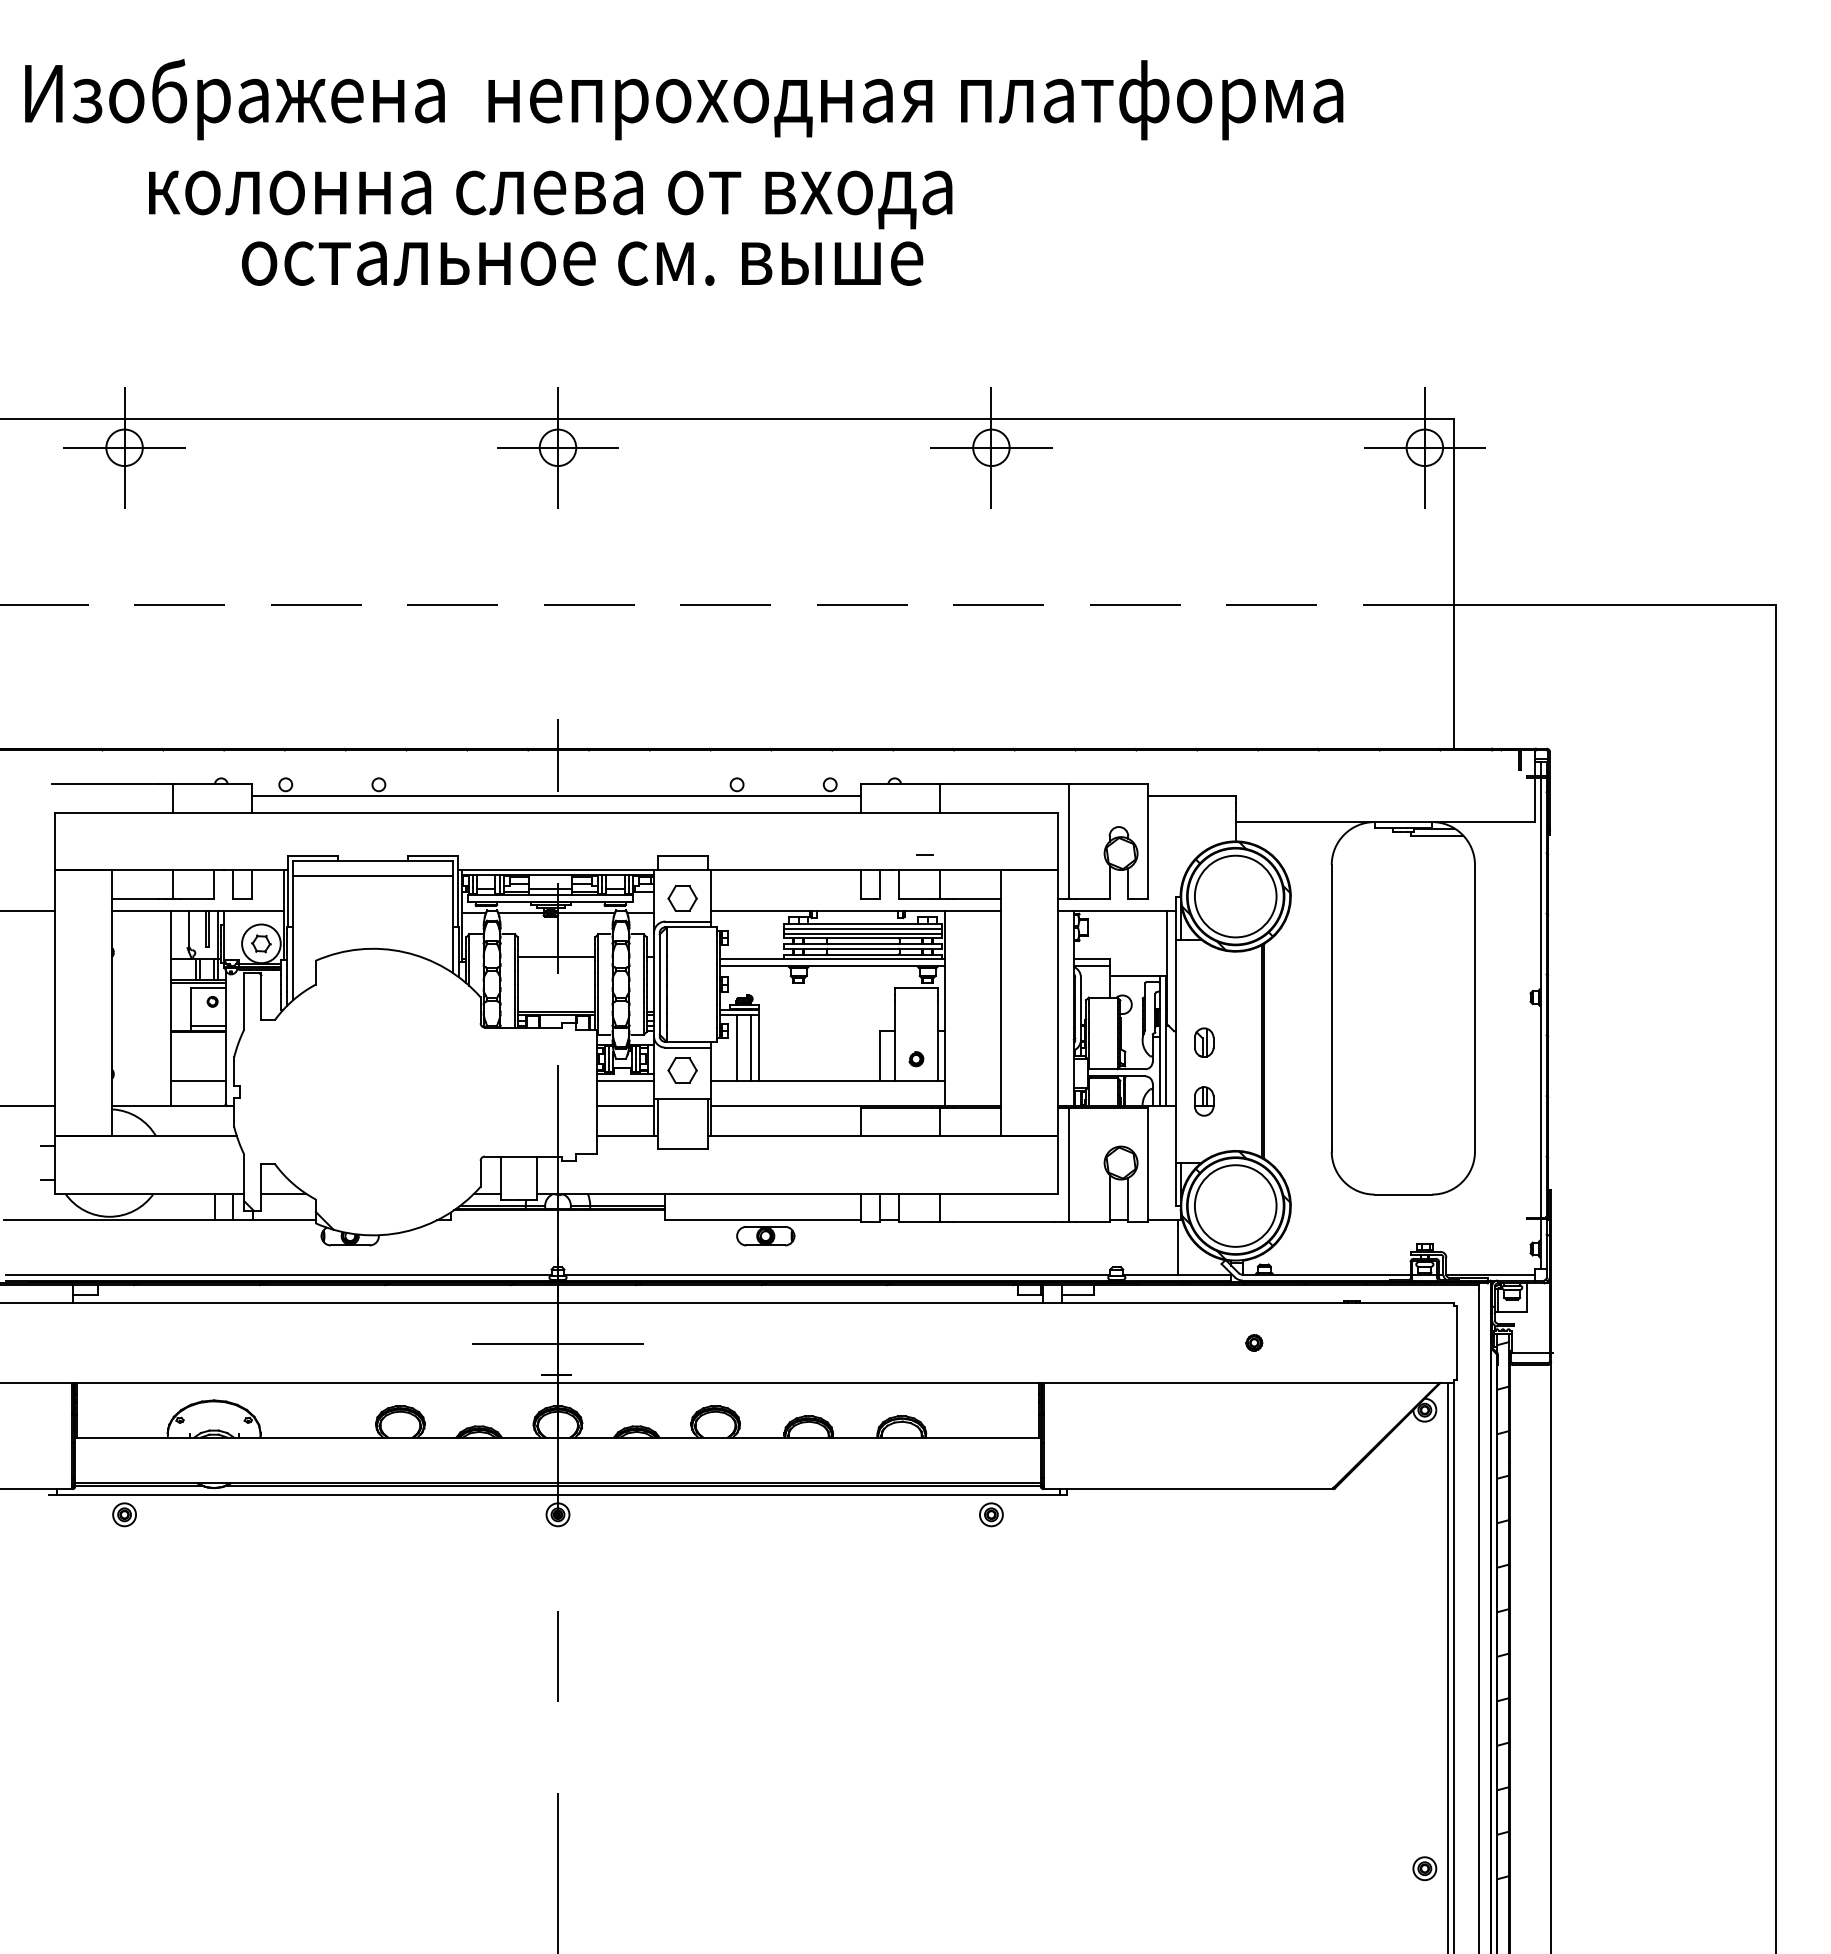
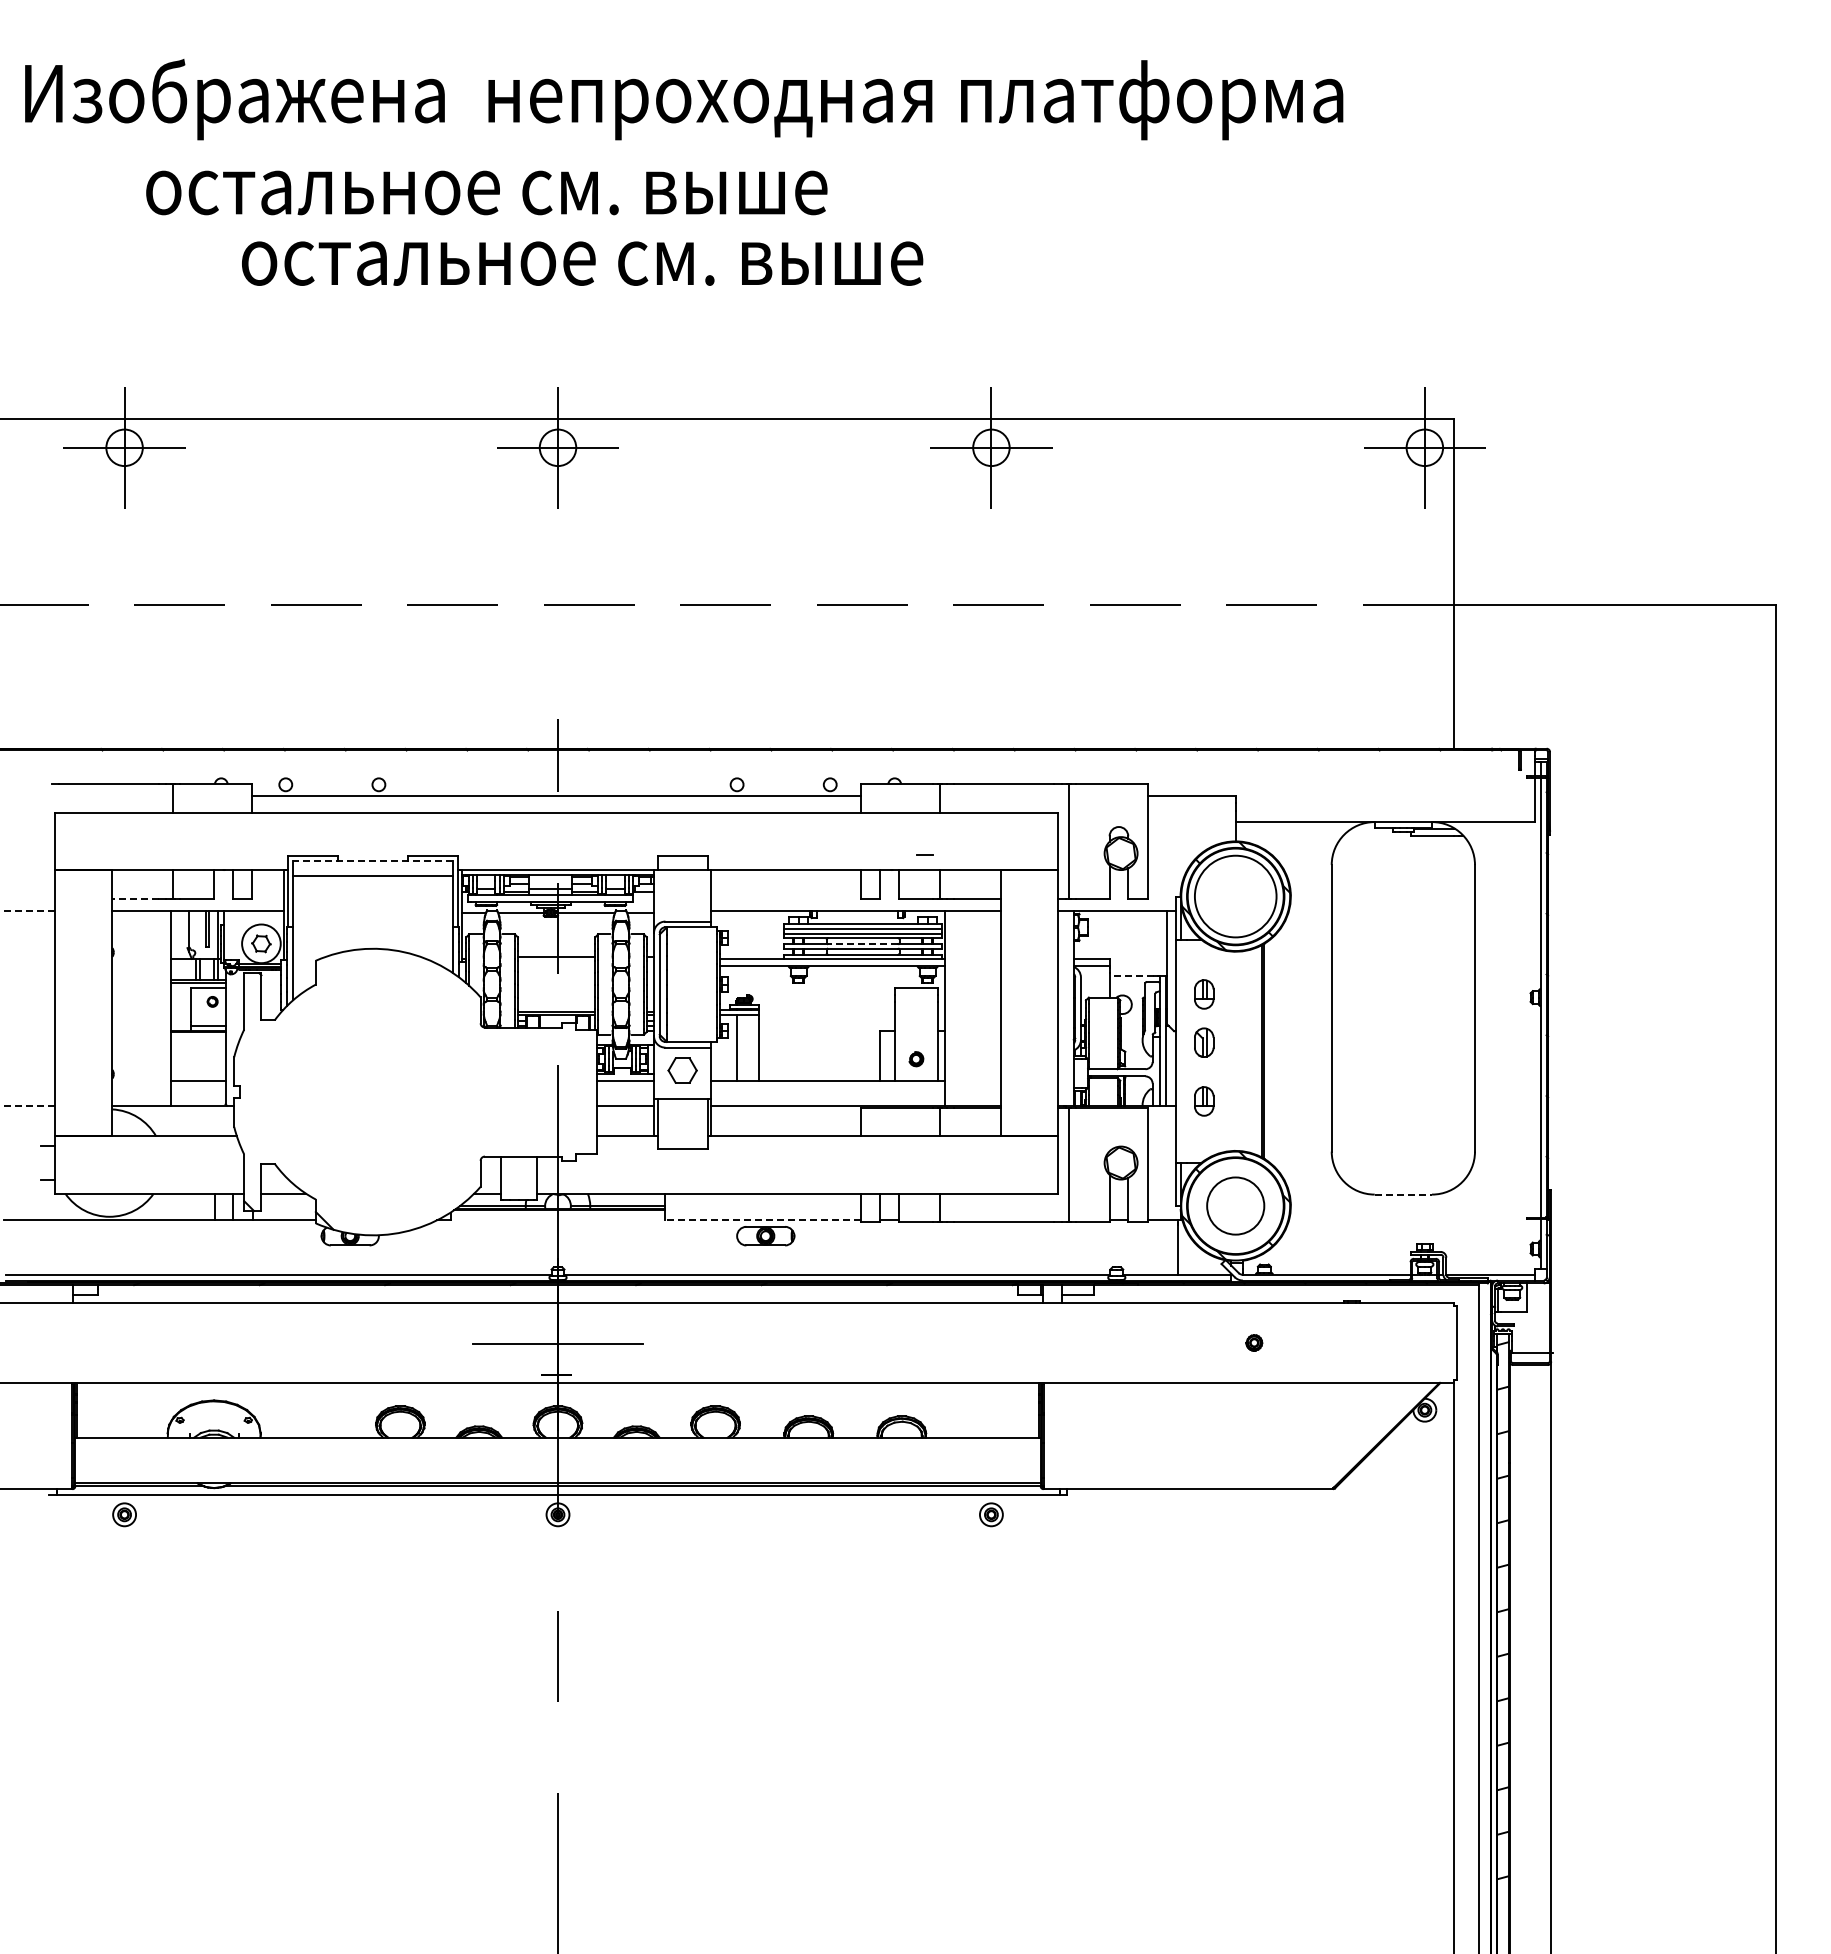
text at (549, 199): колонна слева от входа -> остальное см. выше
line at (372, 861): solid -> dashed
line at (135, 898): solid -> dashed
part at (682, 898): present -> none
line at (27, 910): solid -> dashed
line at (862, 944): solid -> dashed
line at (1131, 976): solid -> dashed
part at (1204, 994): none -> present
line at (751, 1047): present -> none
line at (27, 1105): solid -> dashed
line at (1403, 1194): solid -> dashed
circle at (1235, 1205) diameter: 82 px -> 57 px
line at (763, 1220): solid -> dashed
line at (1447, 1666): present -> none
part at (1424, 1868): present -> none
